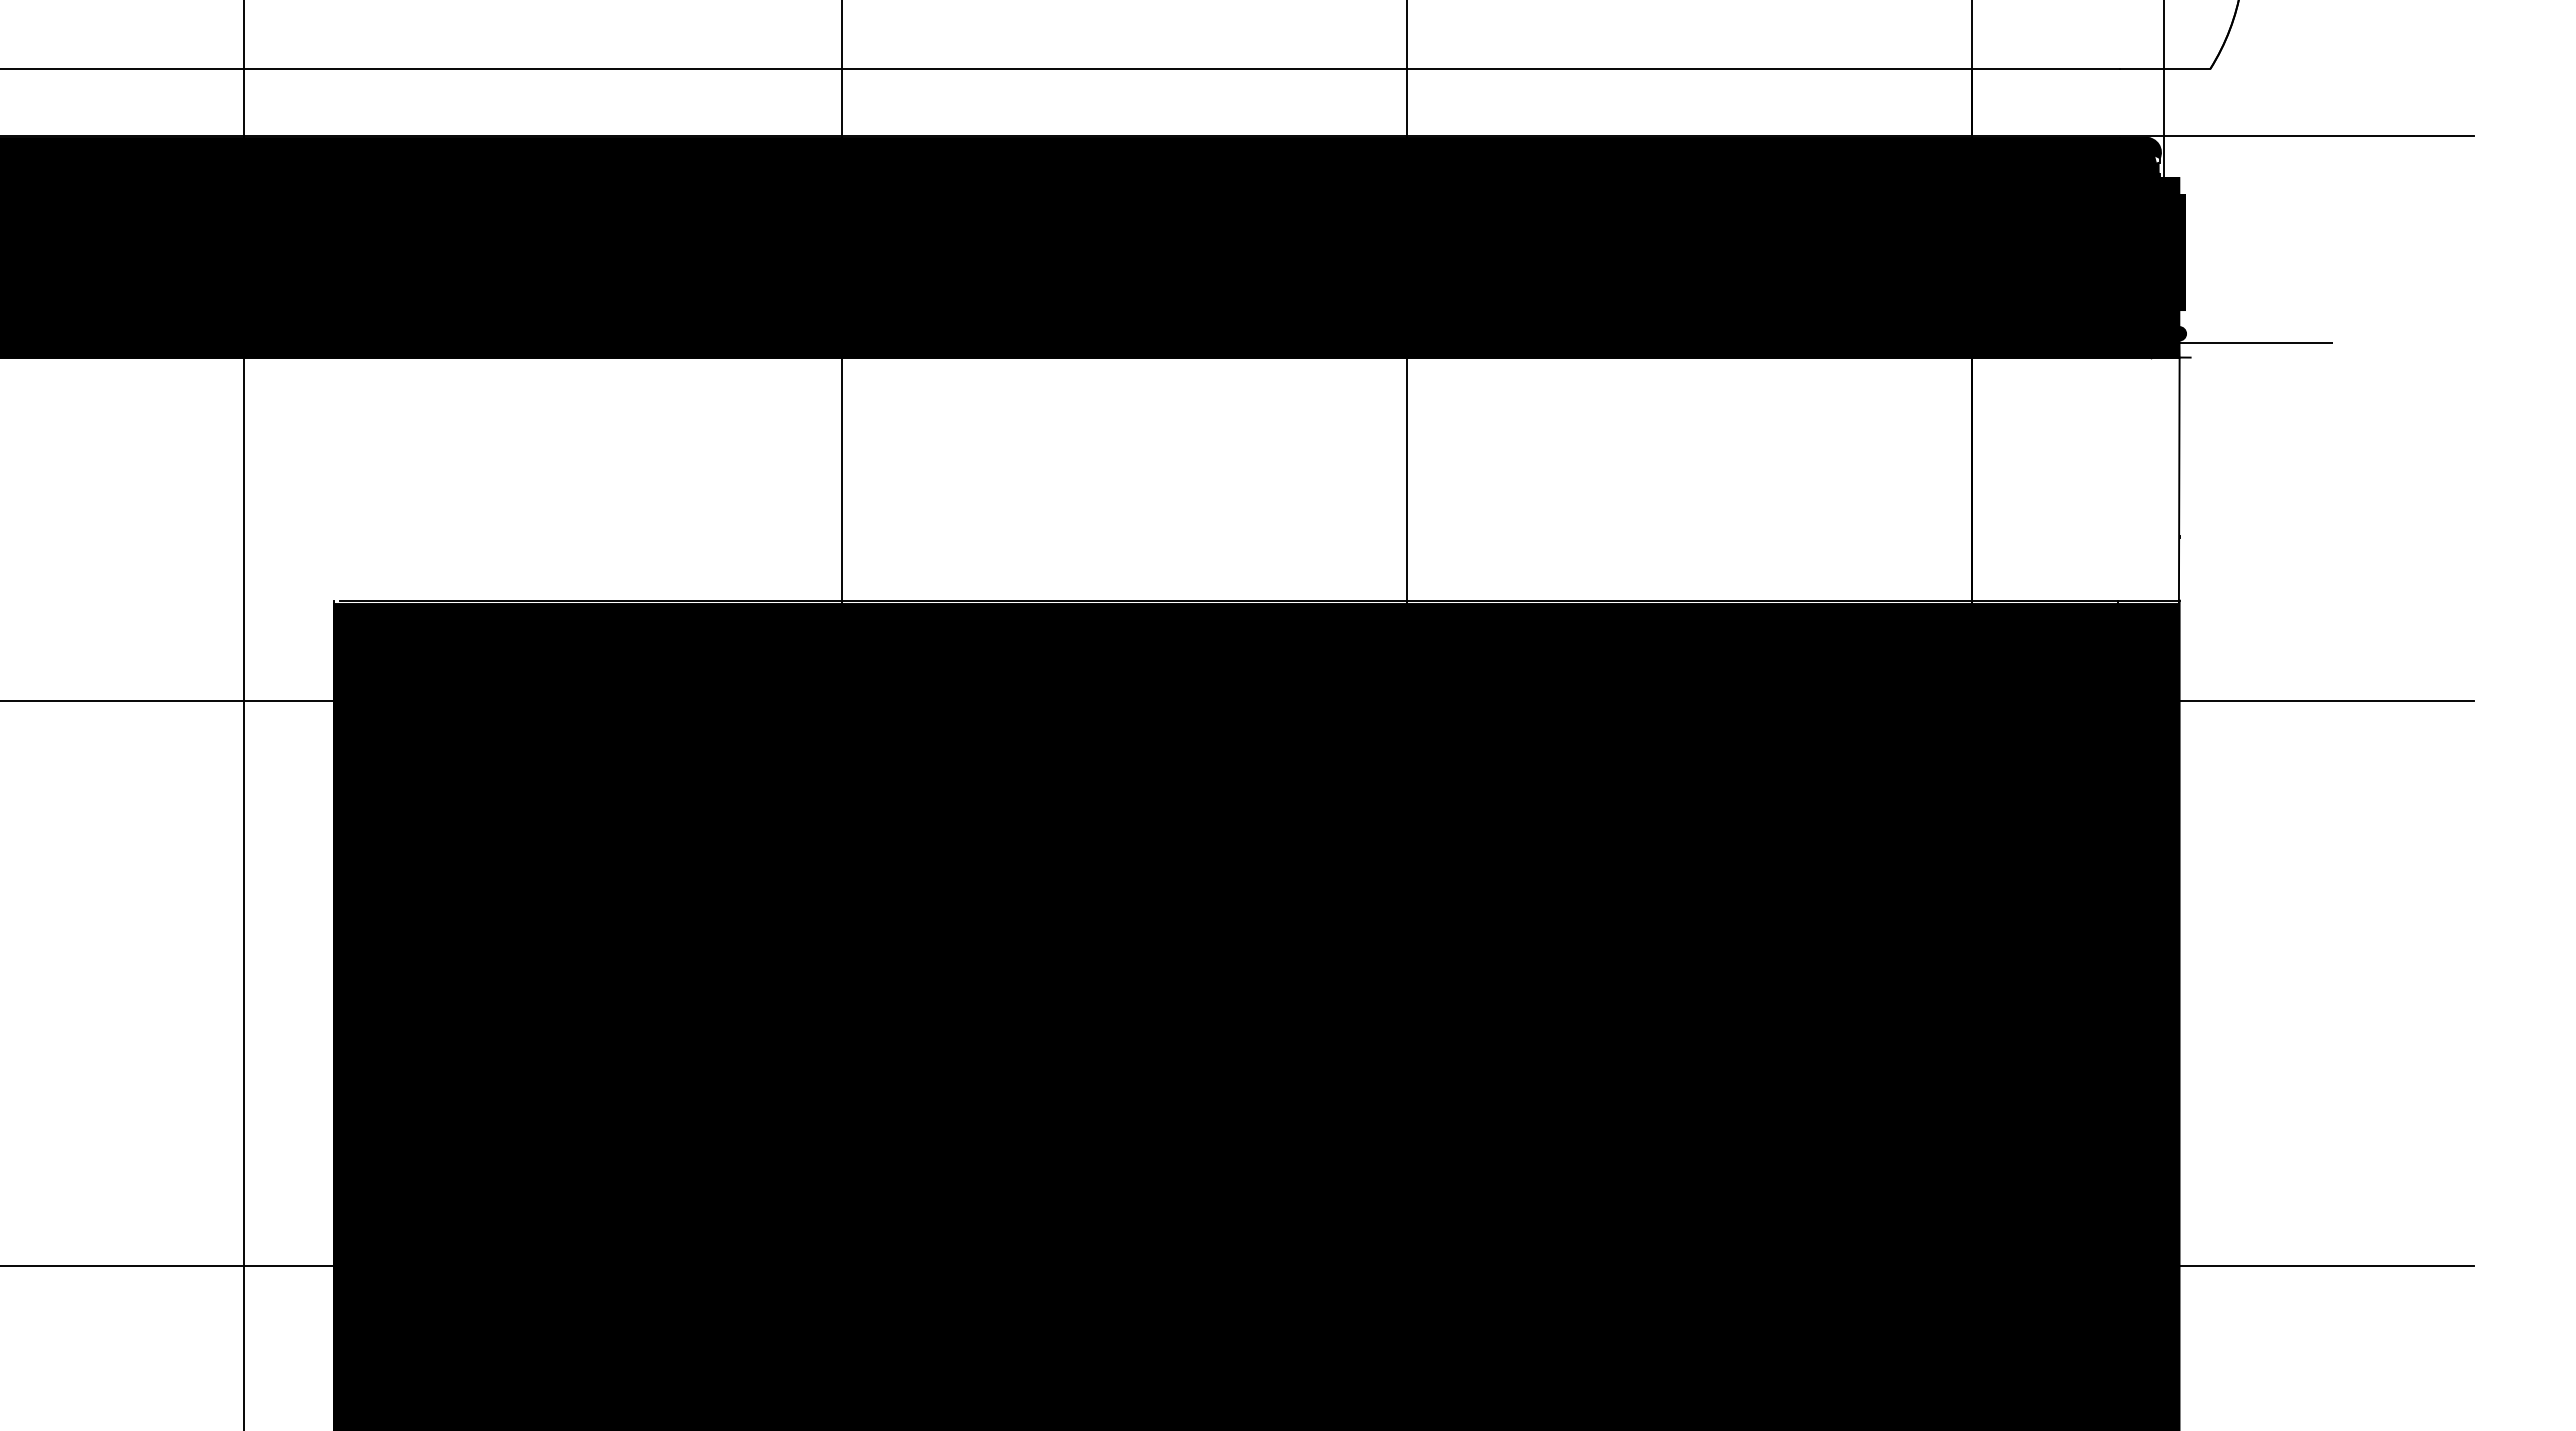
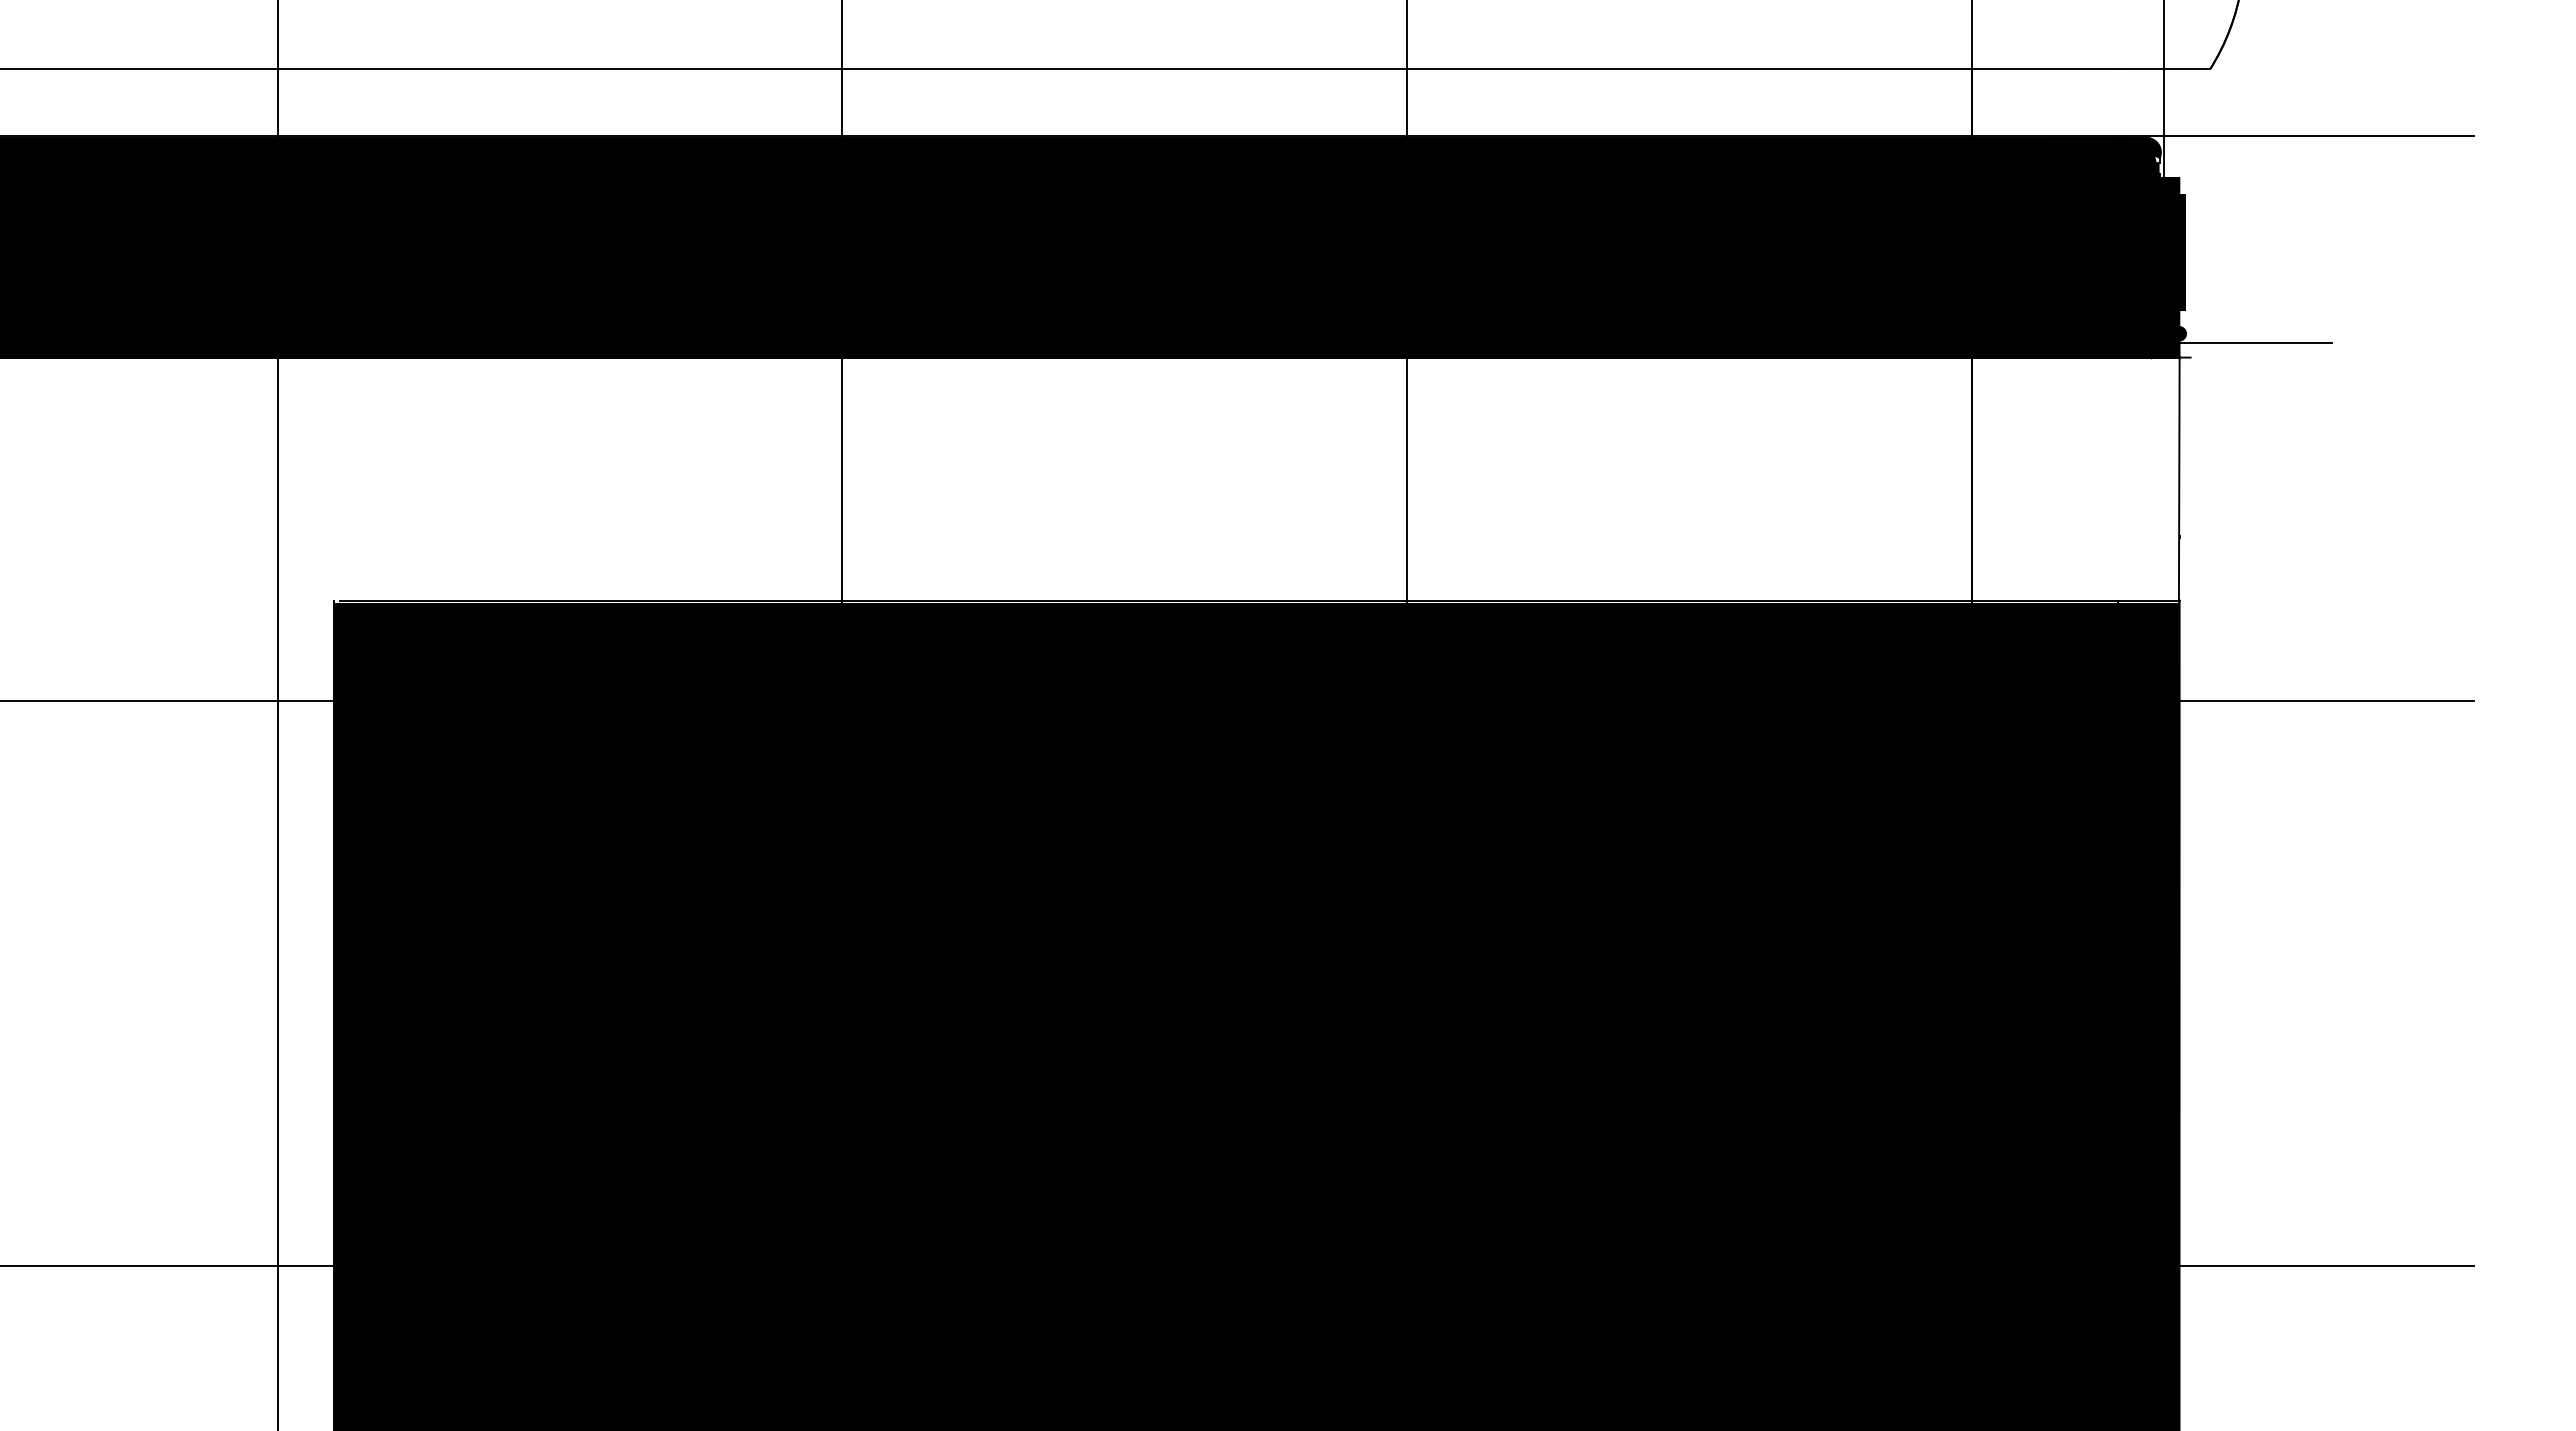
line at (243, 714) position: (243, 714) -> (277, 714)
